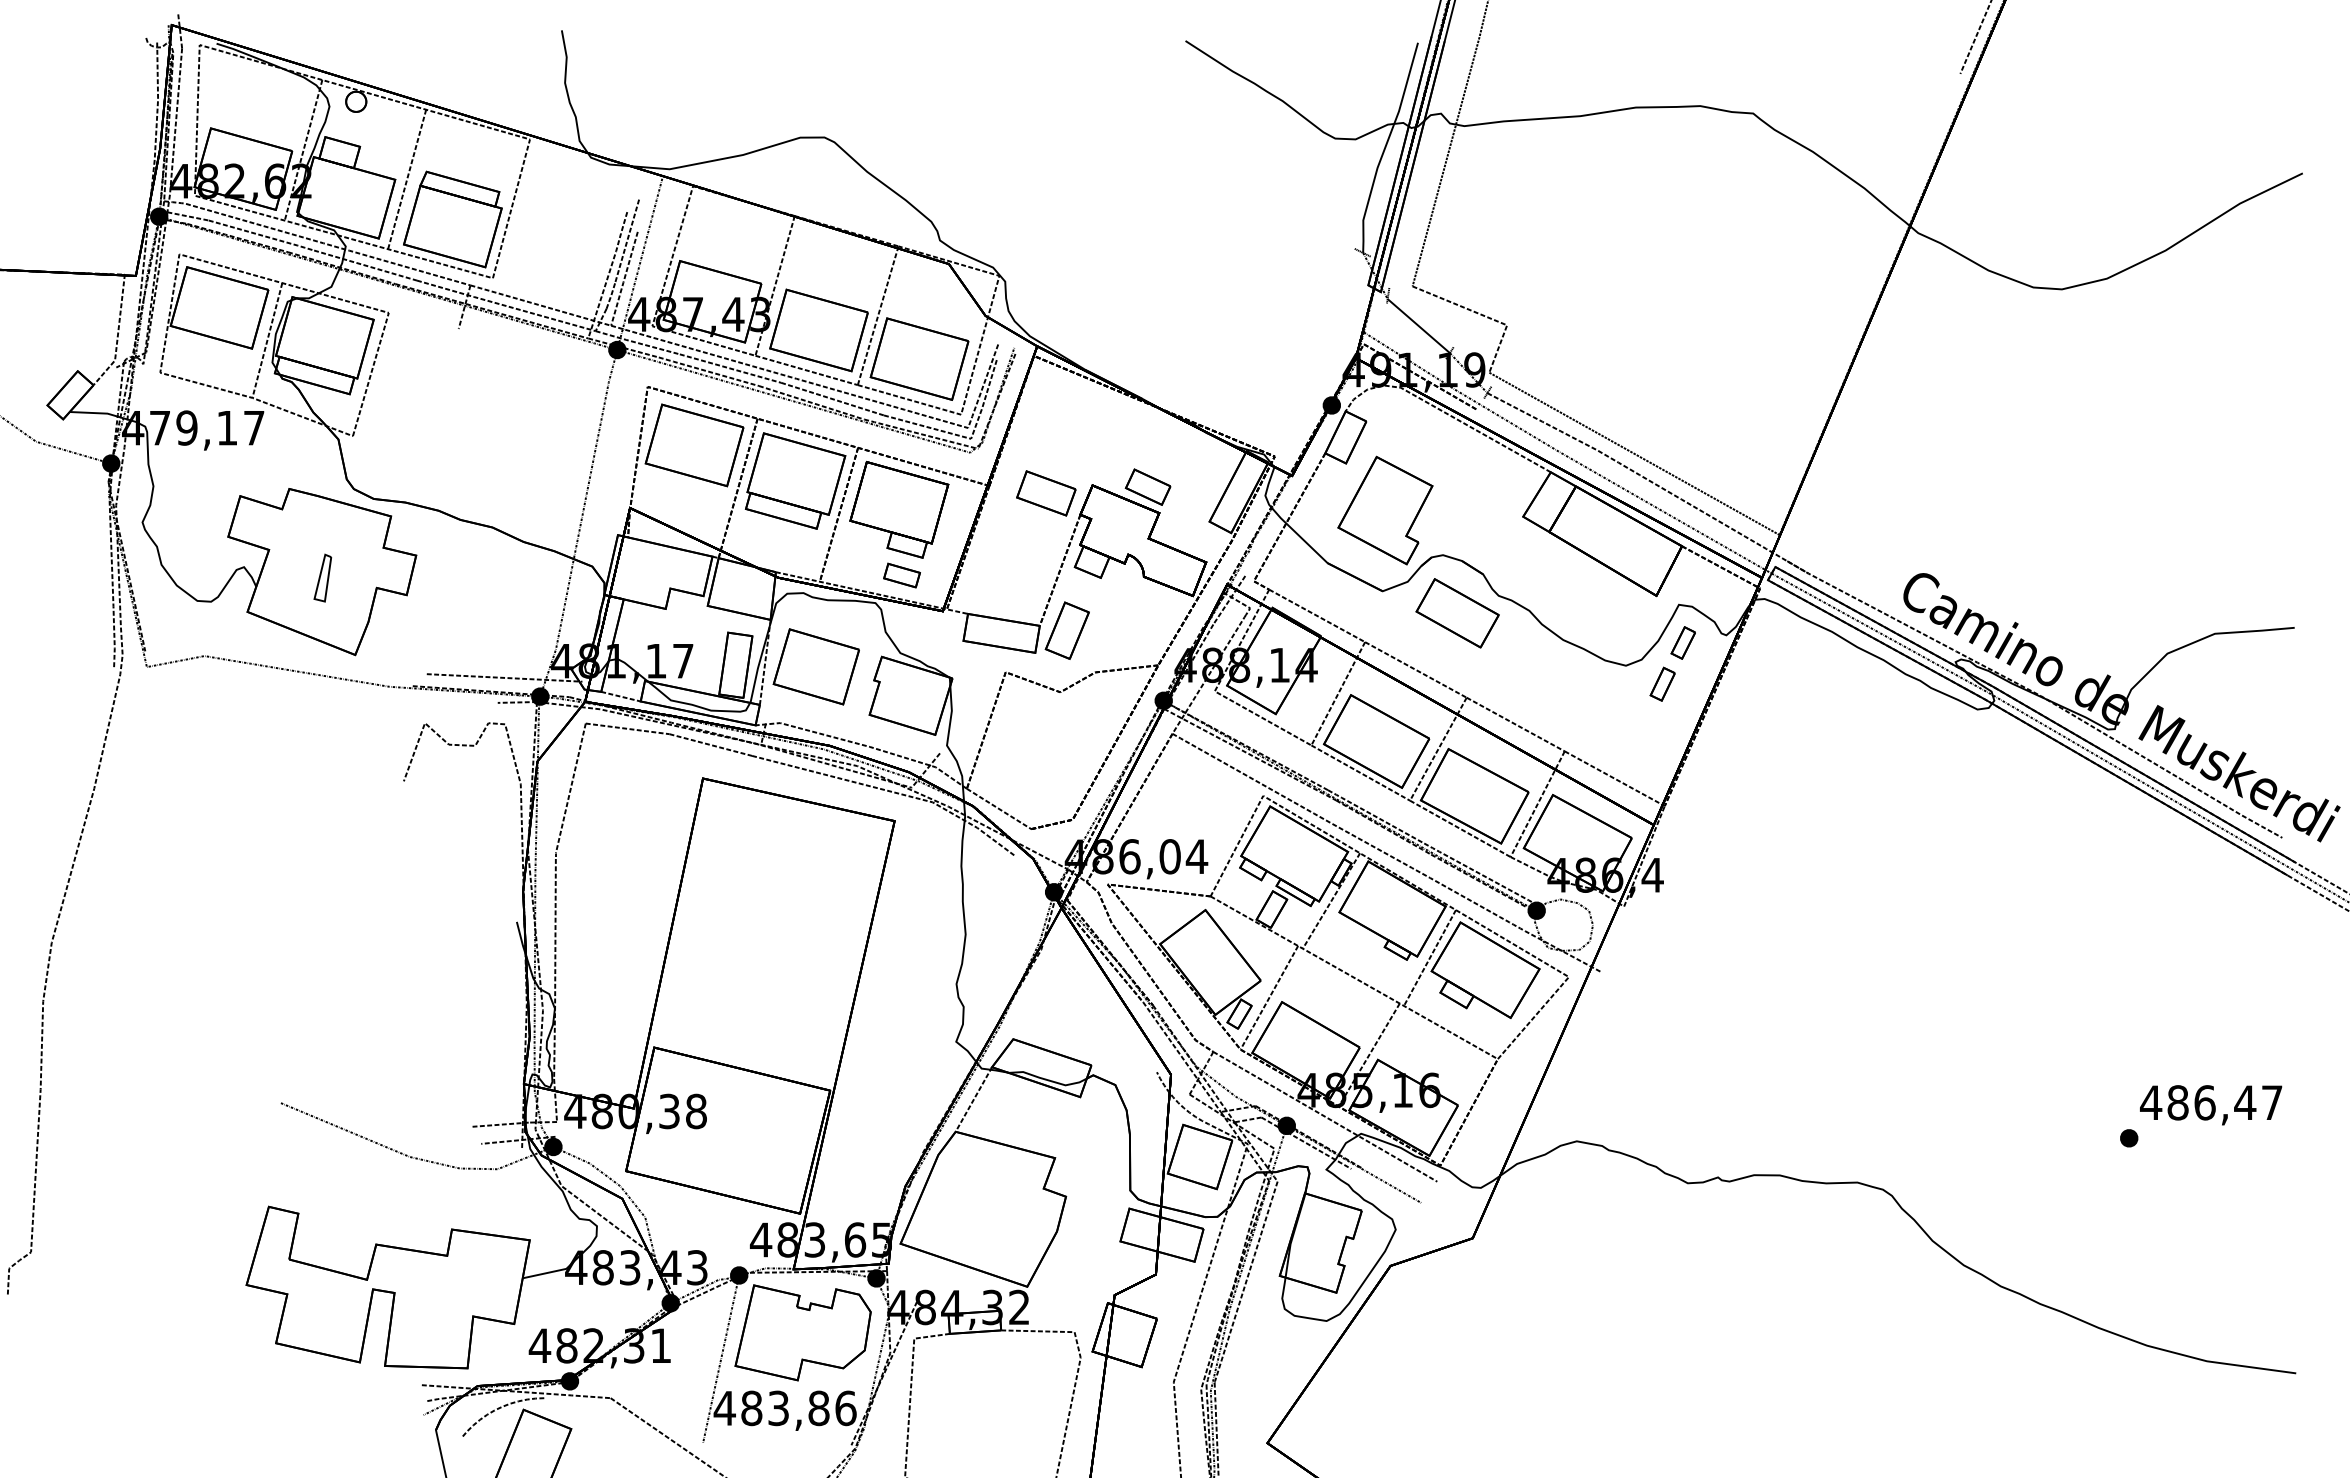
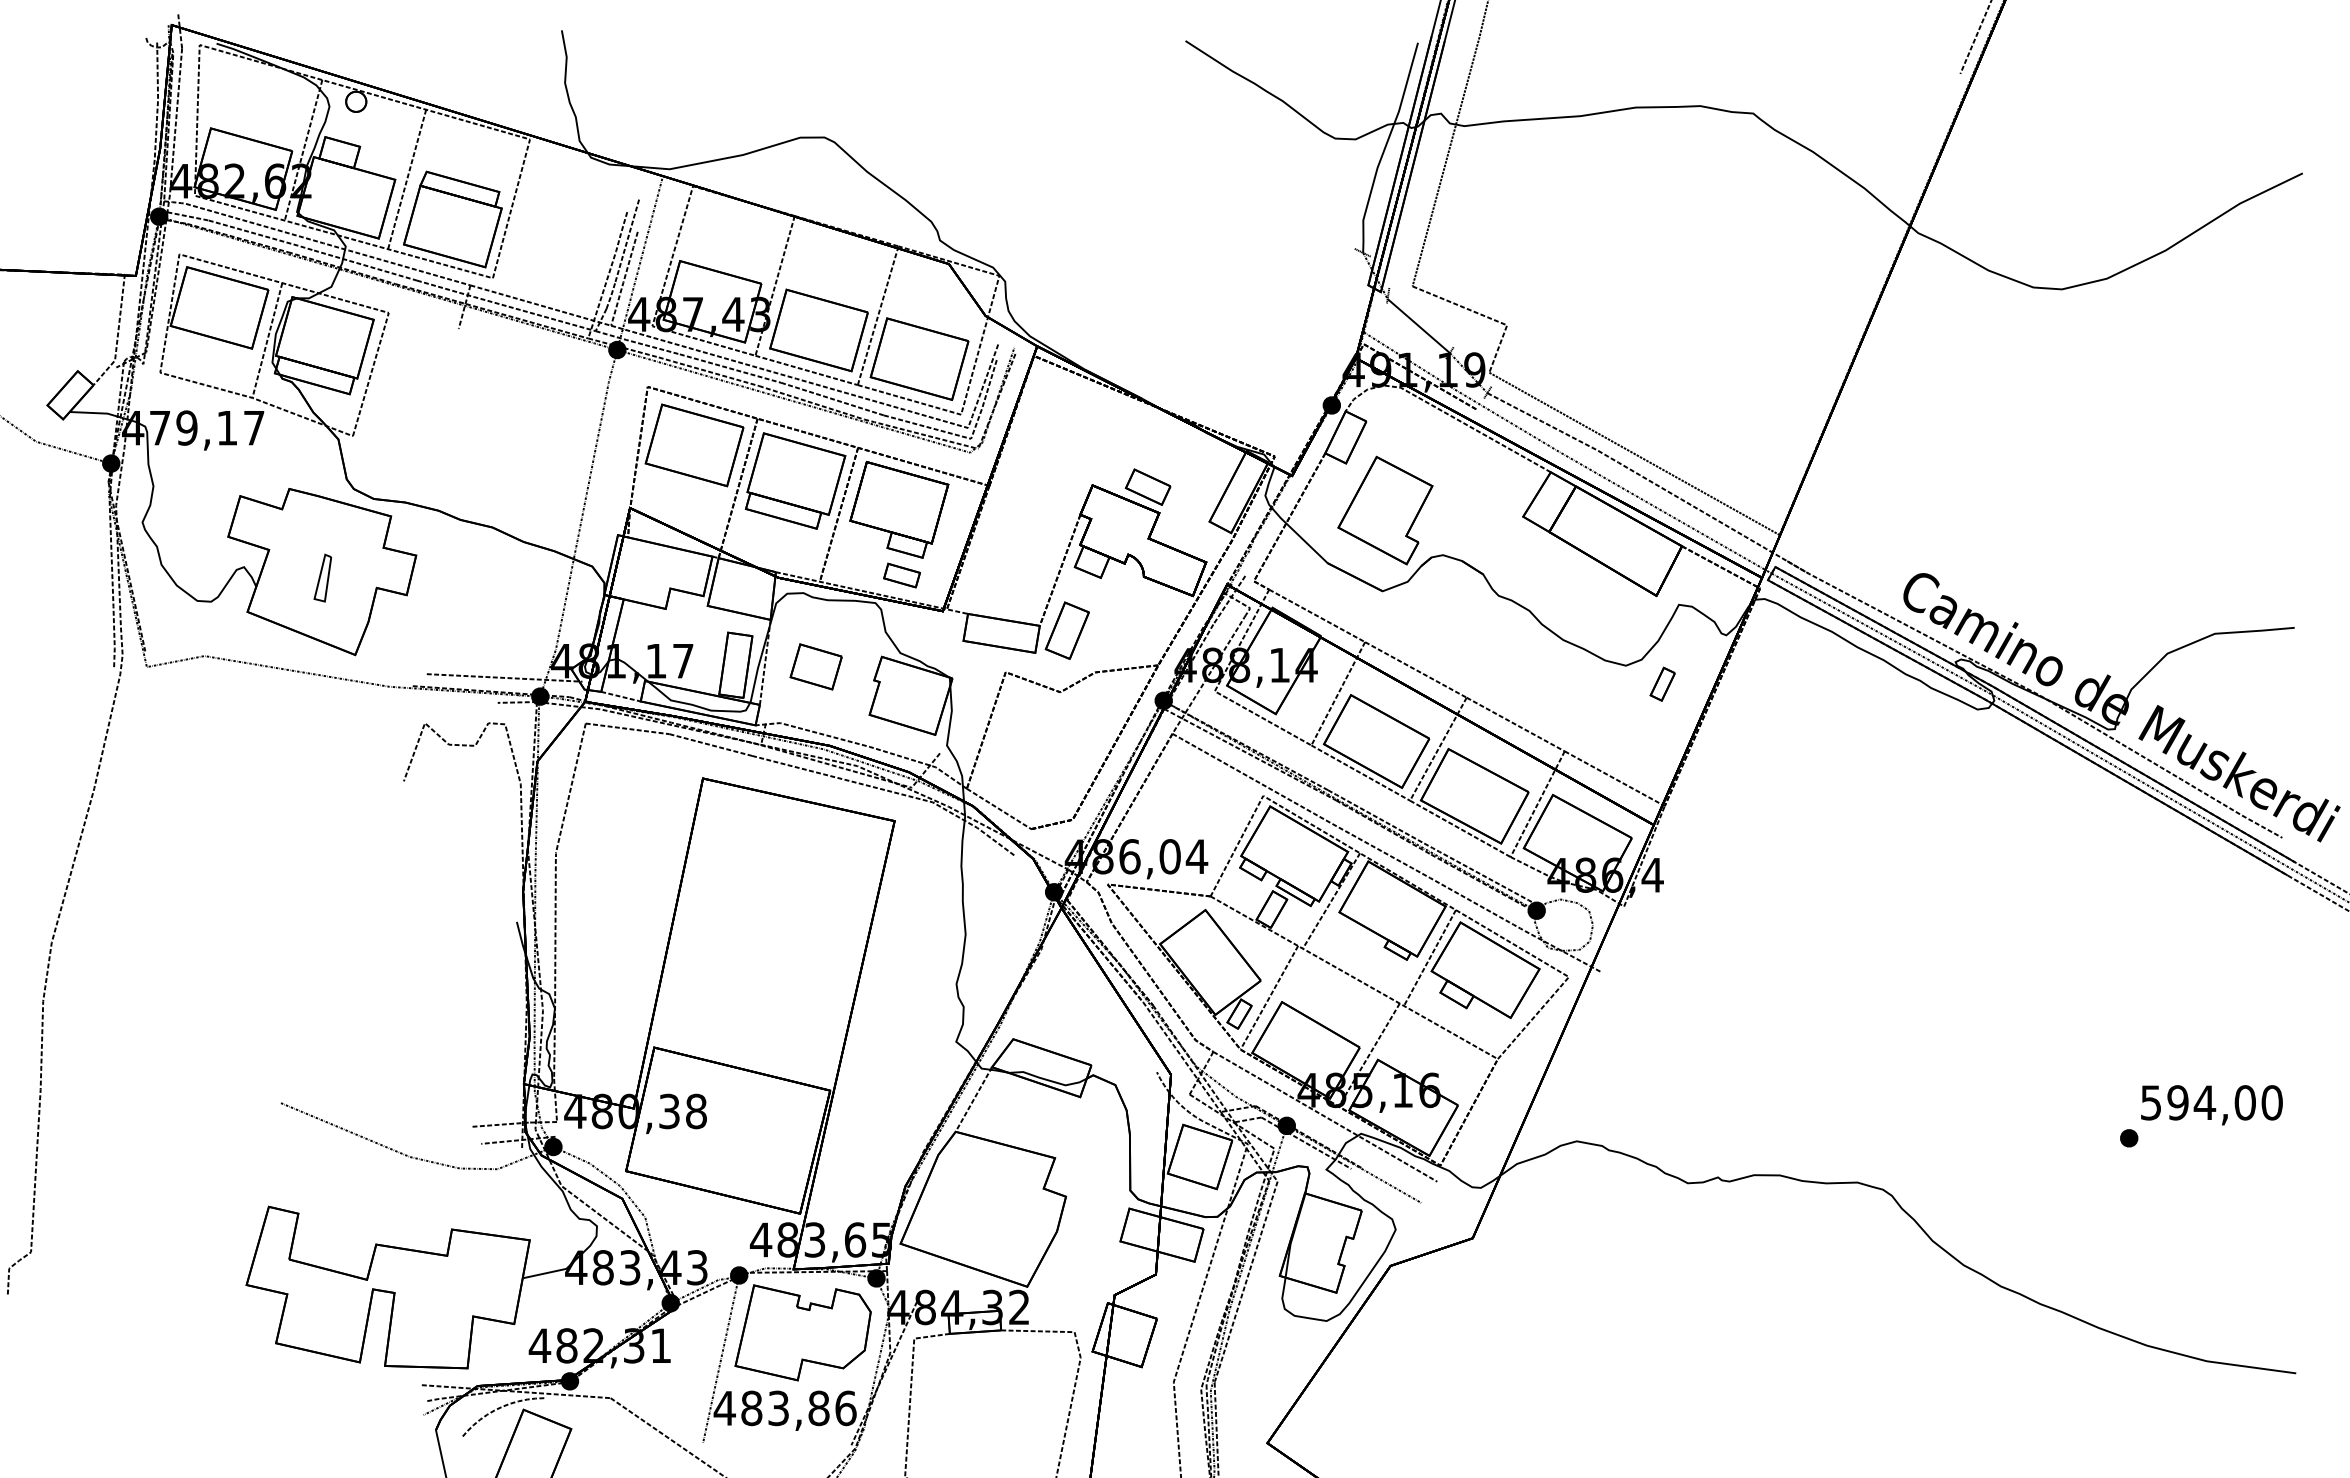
part at (1046, 493): present -> none
part at (1457, 613): present -> none
part at (1682, 642): present -> none
part at (815, 666) size: 88x78 px -> 54x48 px
text at (2210, 1102): 486,47 -> 594,00
